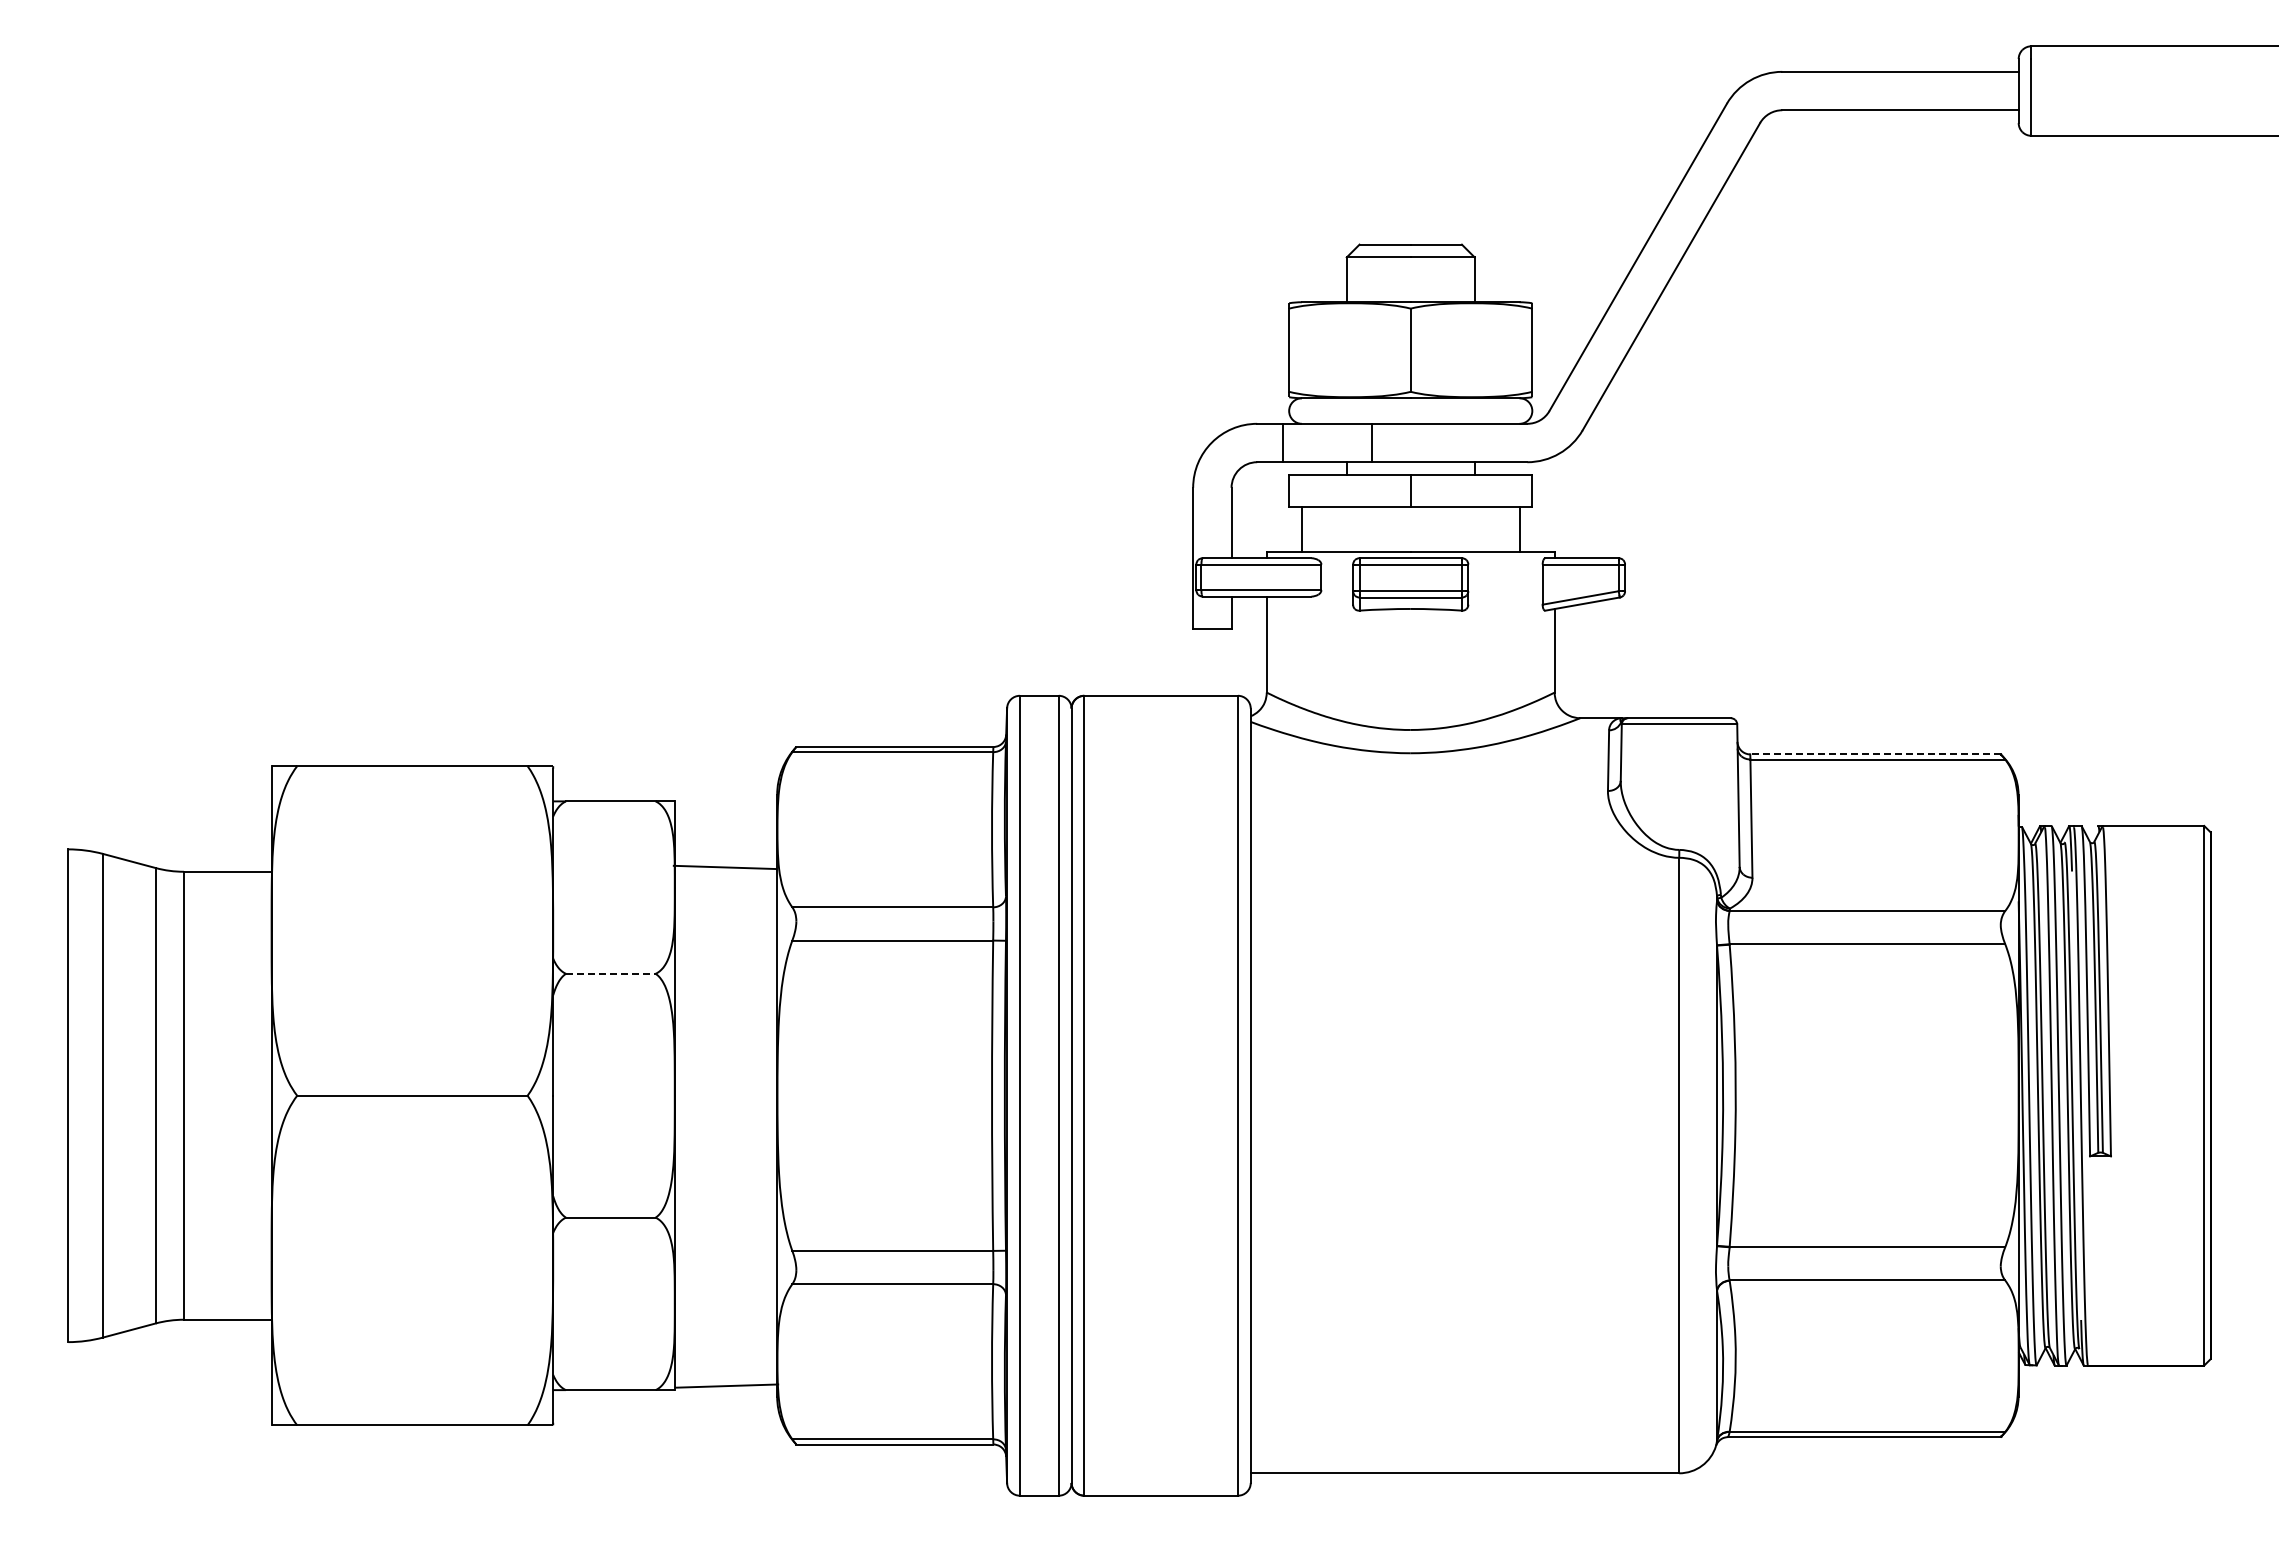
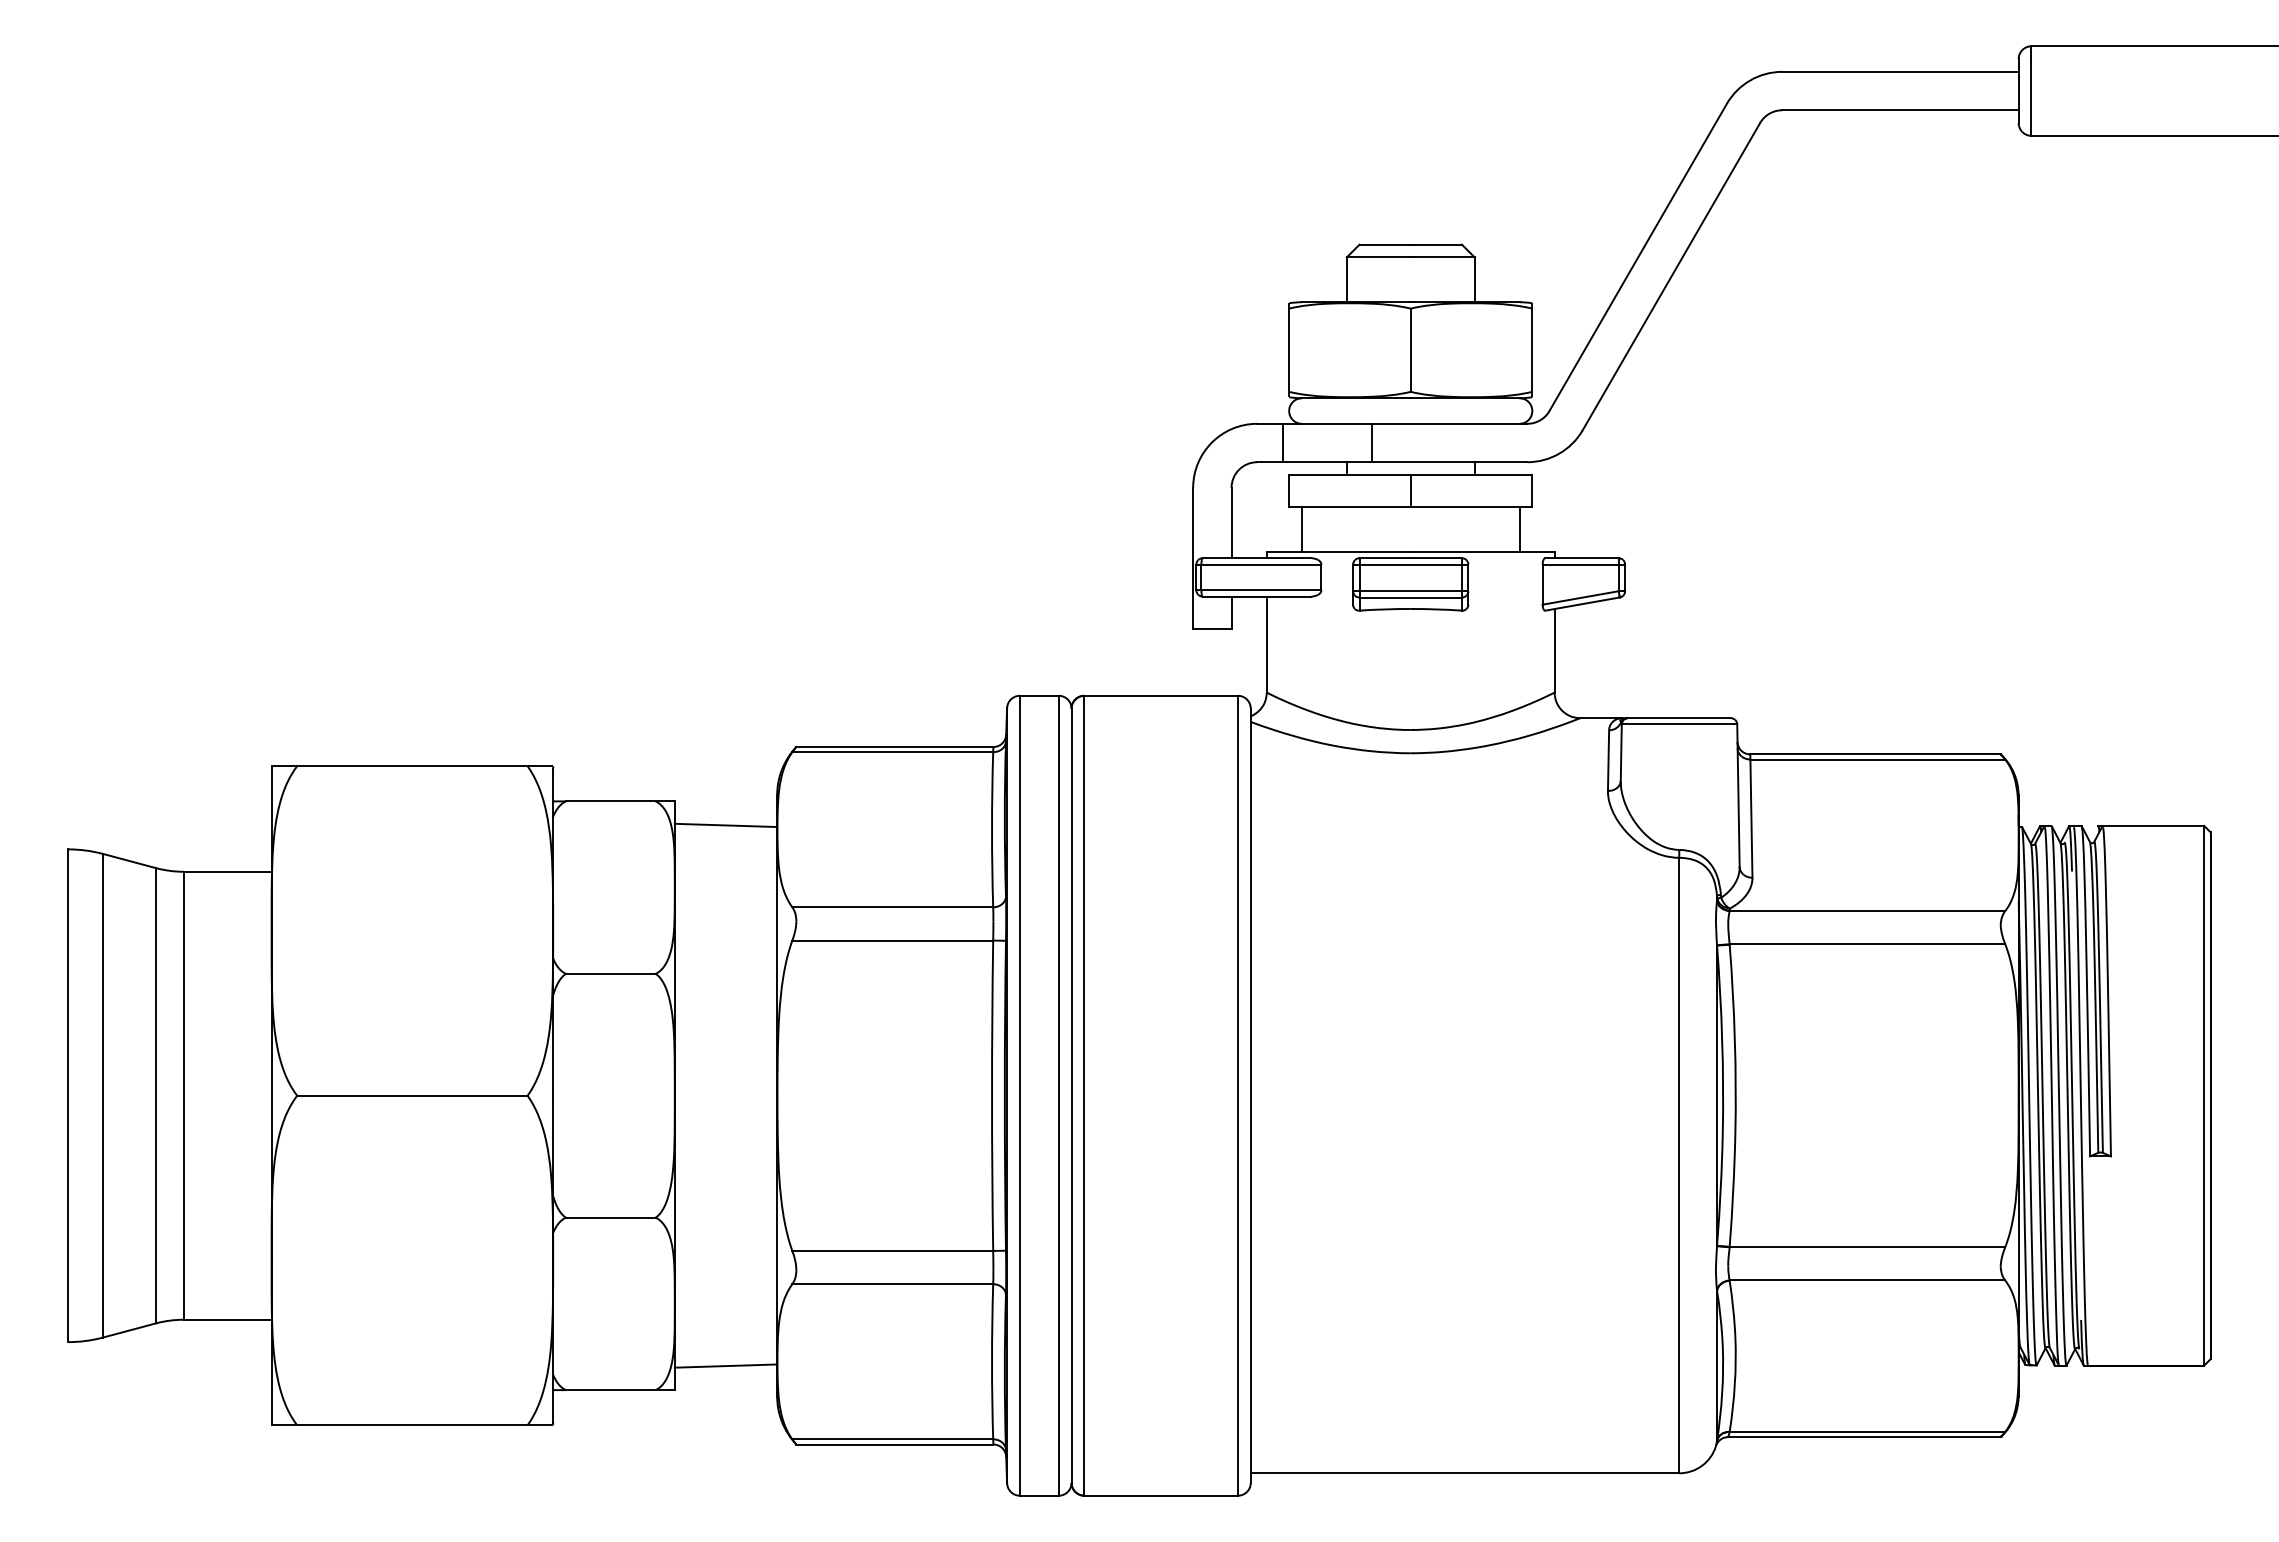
line at (1875, 754): dashed -> solid
line at (724, 867) position: (724, 867) -> (725, 825)
line at (610, 973): dashed -> solid
line at (726, 1385) position: (726, 1385) -> (725, 1365)
